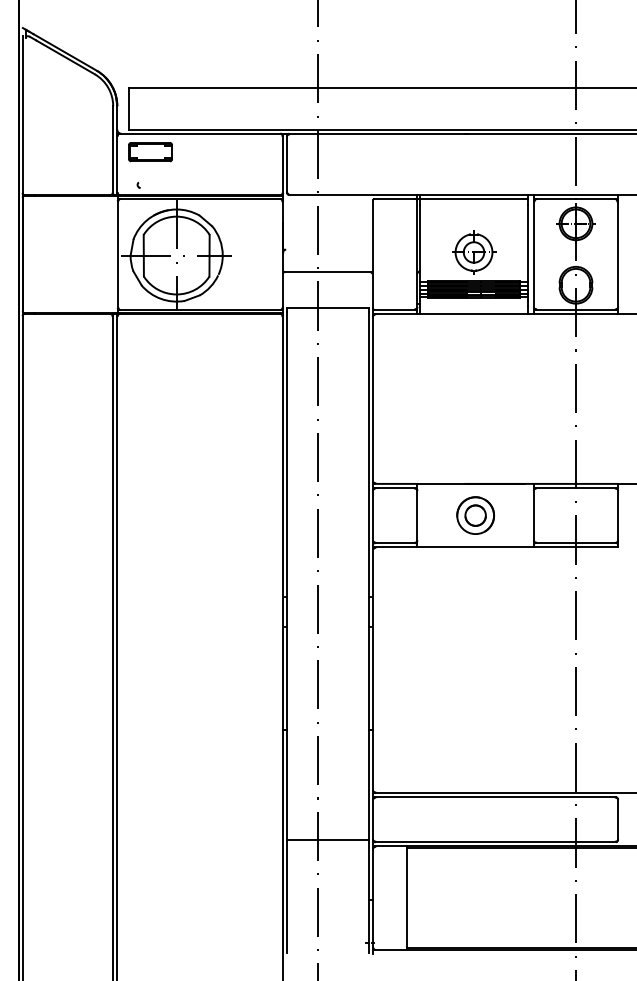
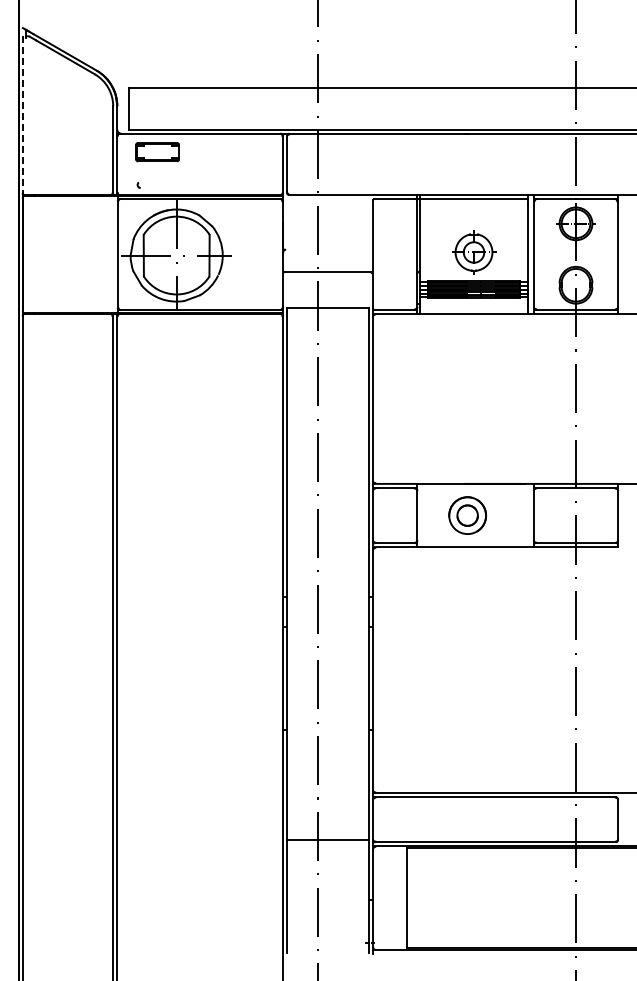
line at (23, 115): solid -> dashed
part at (150, 152) position: (150, 152) -> (157, 152)
part at (475, 515) position: (475, 515) -> (467, 515)
